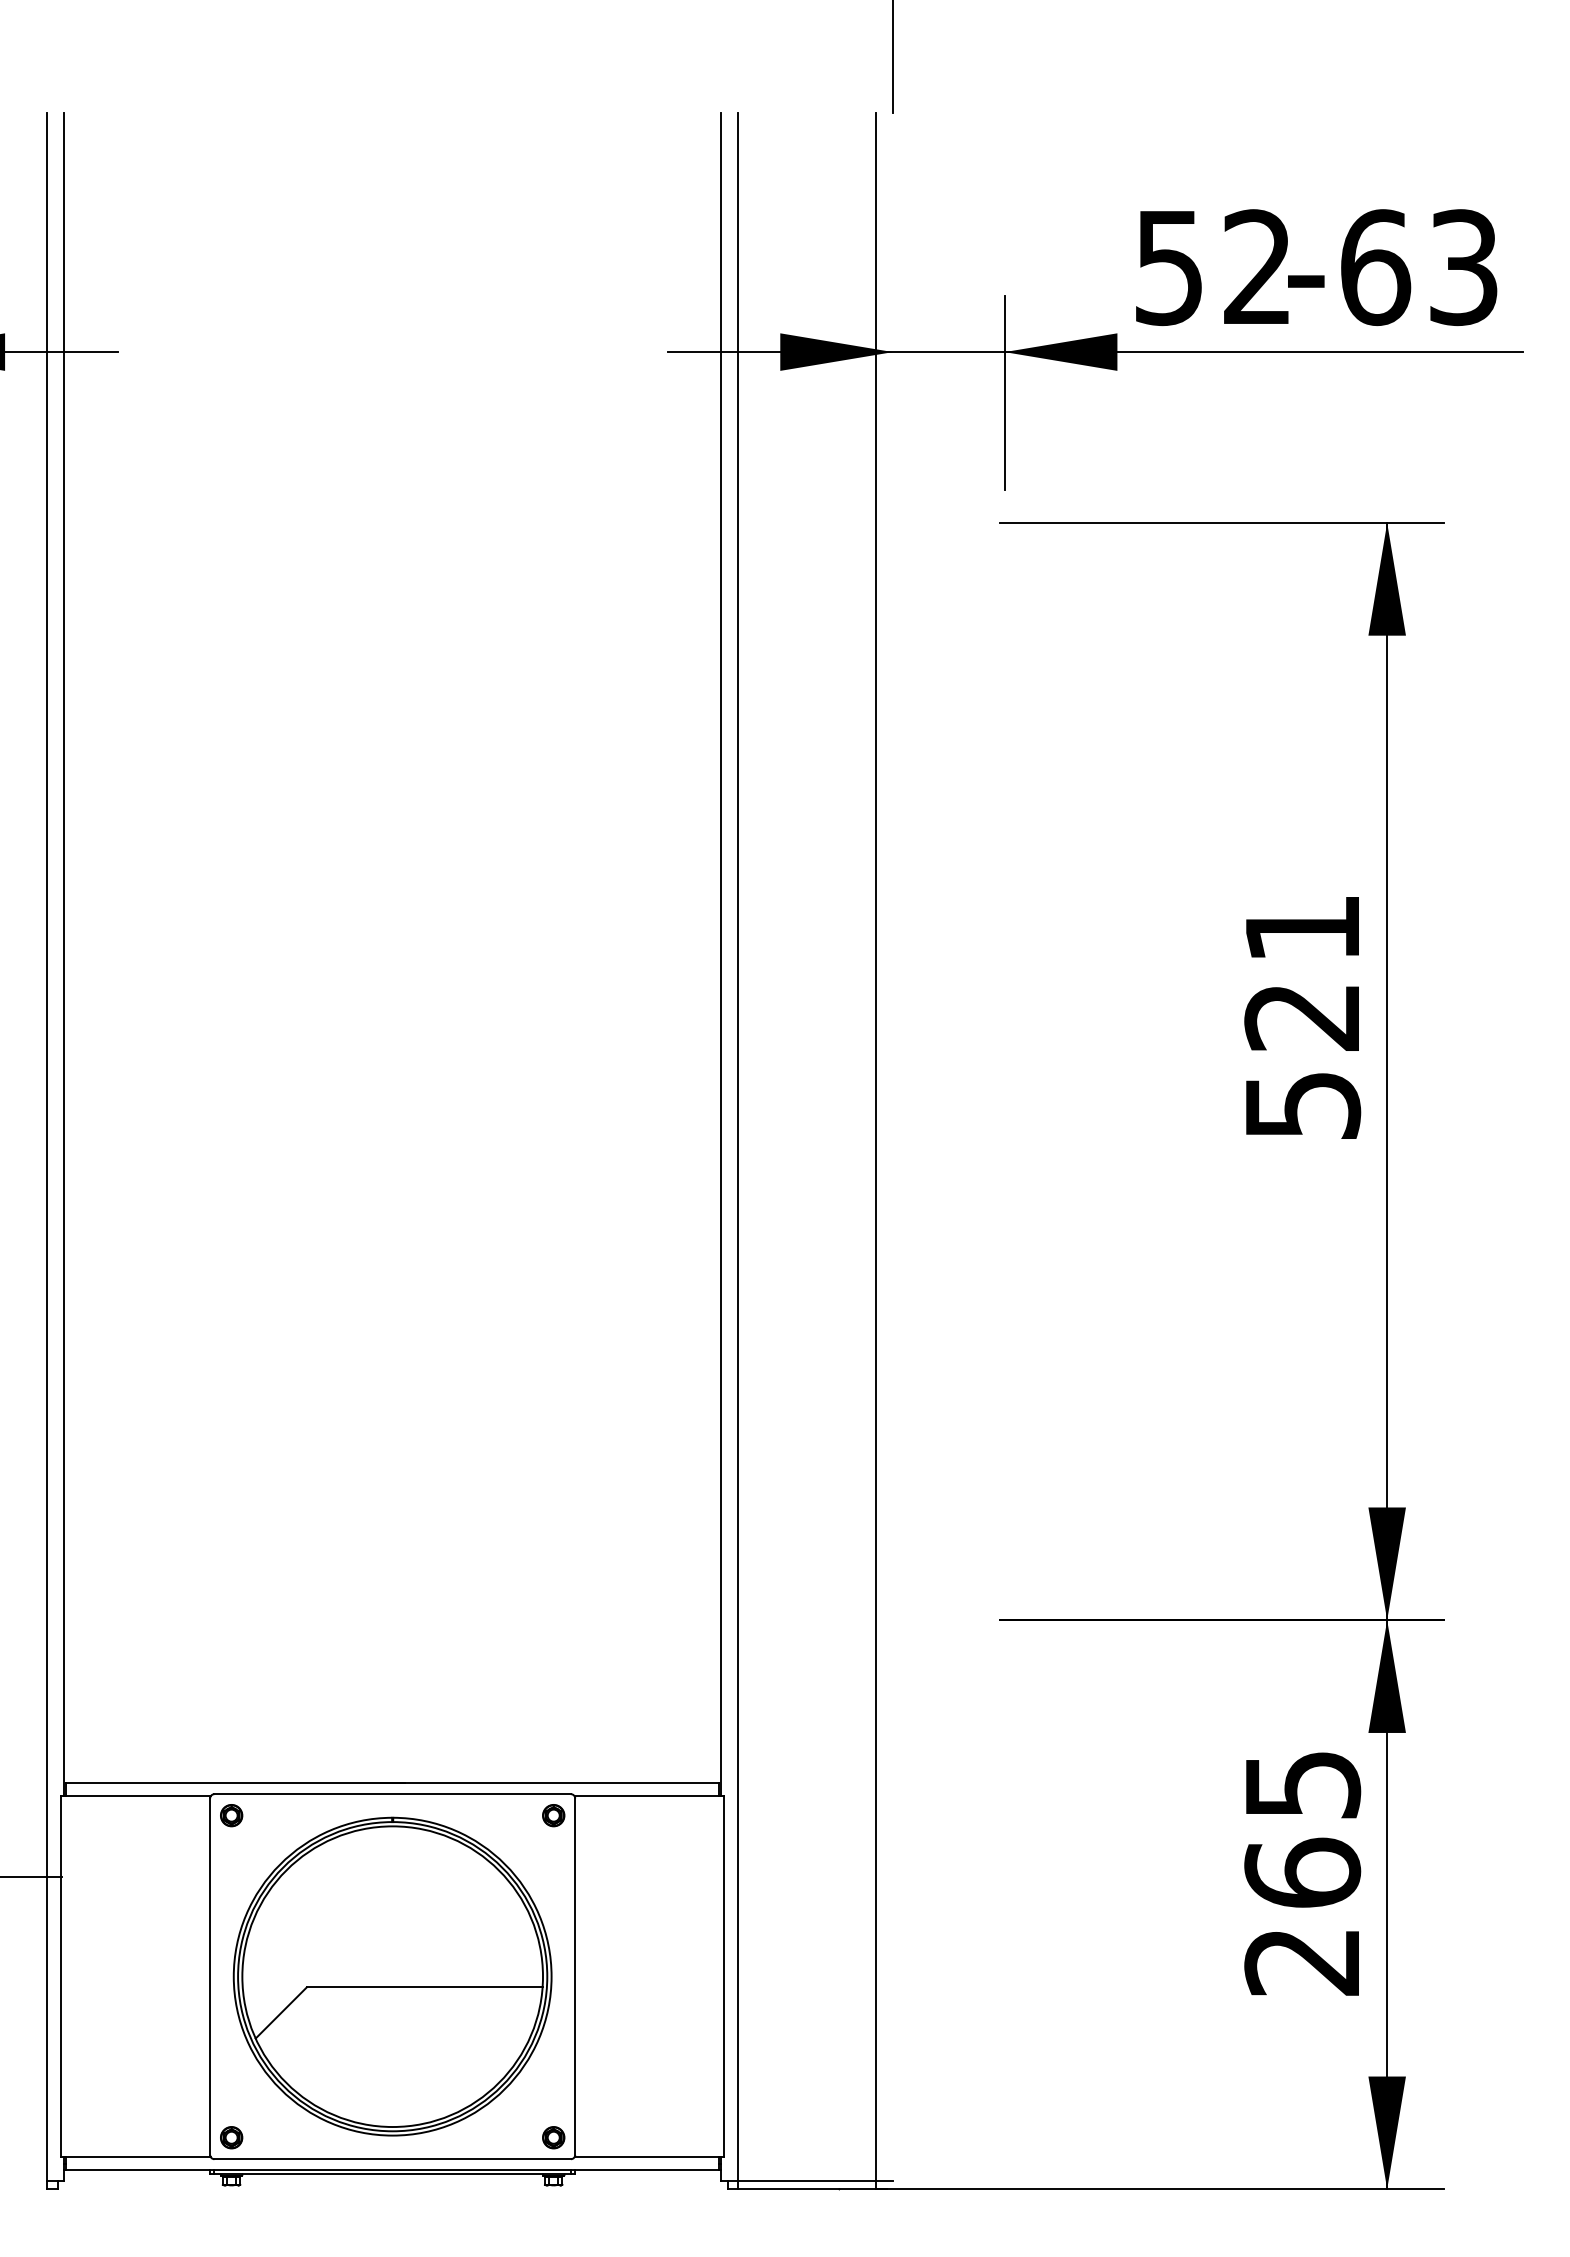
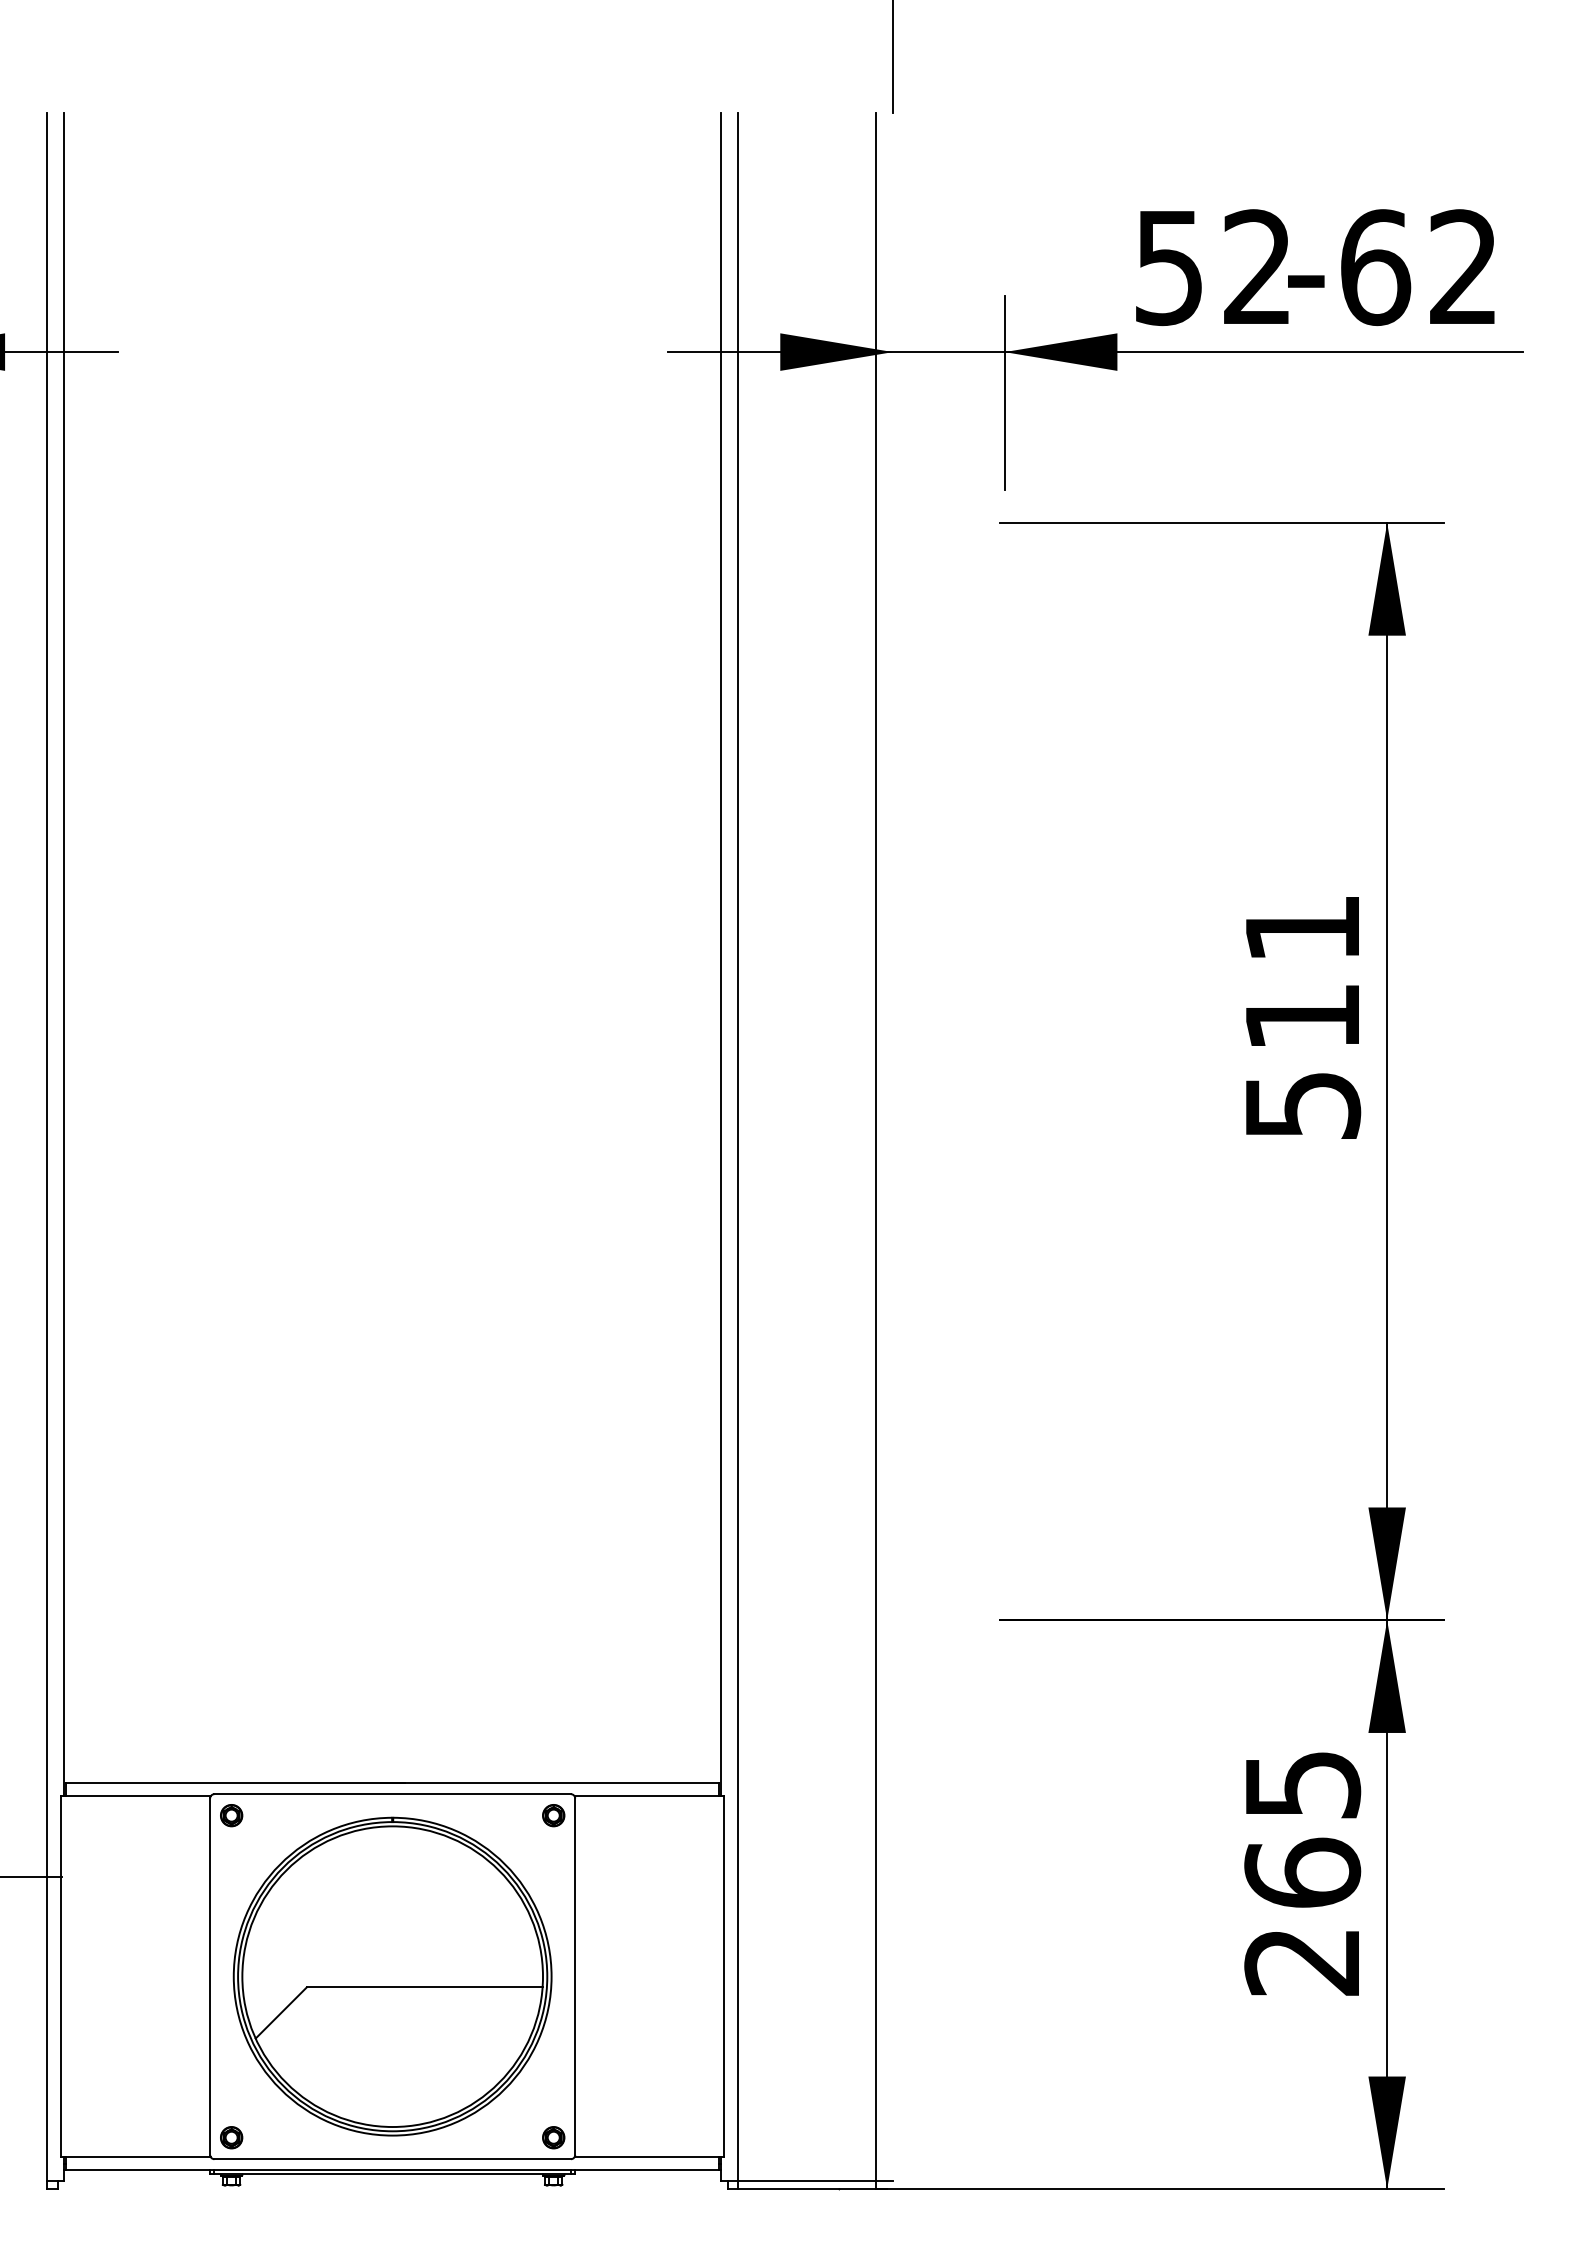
text at (1463, 267): -63 -> -62
text at (1301, 1017): 521 -> 511
